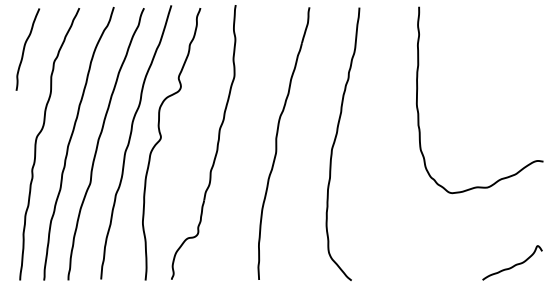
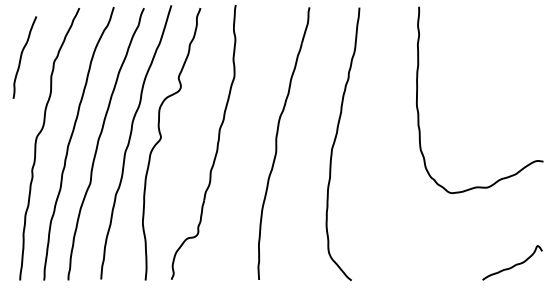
curve at (25, 47) position: (25, 47) -> (22, 55)
